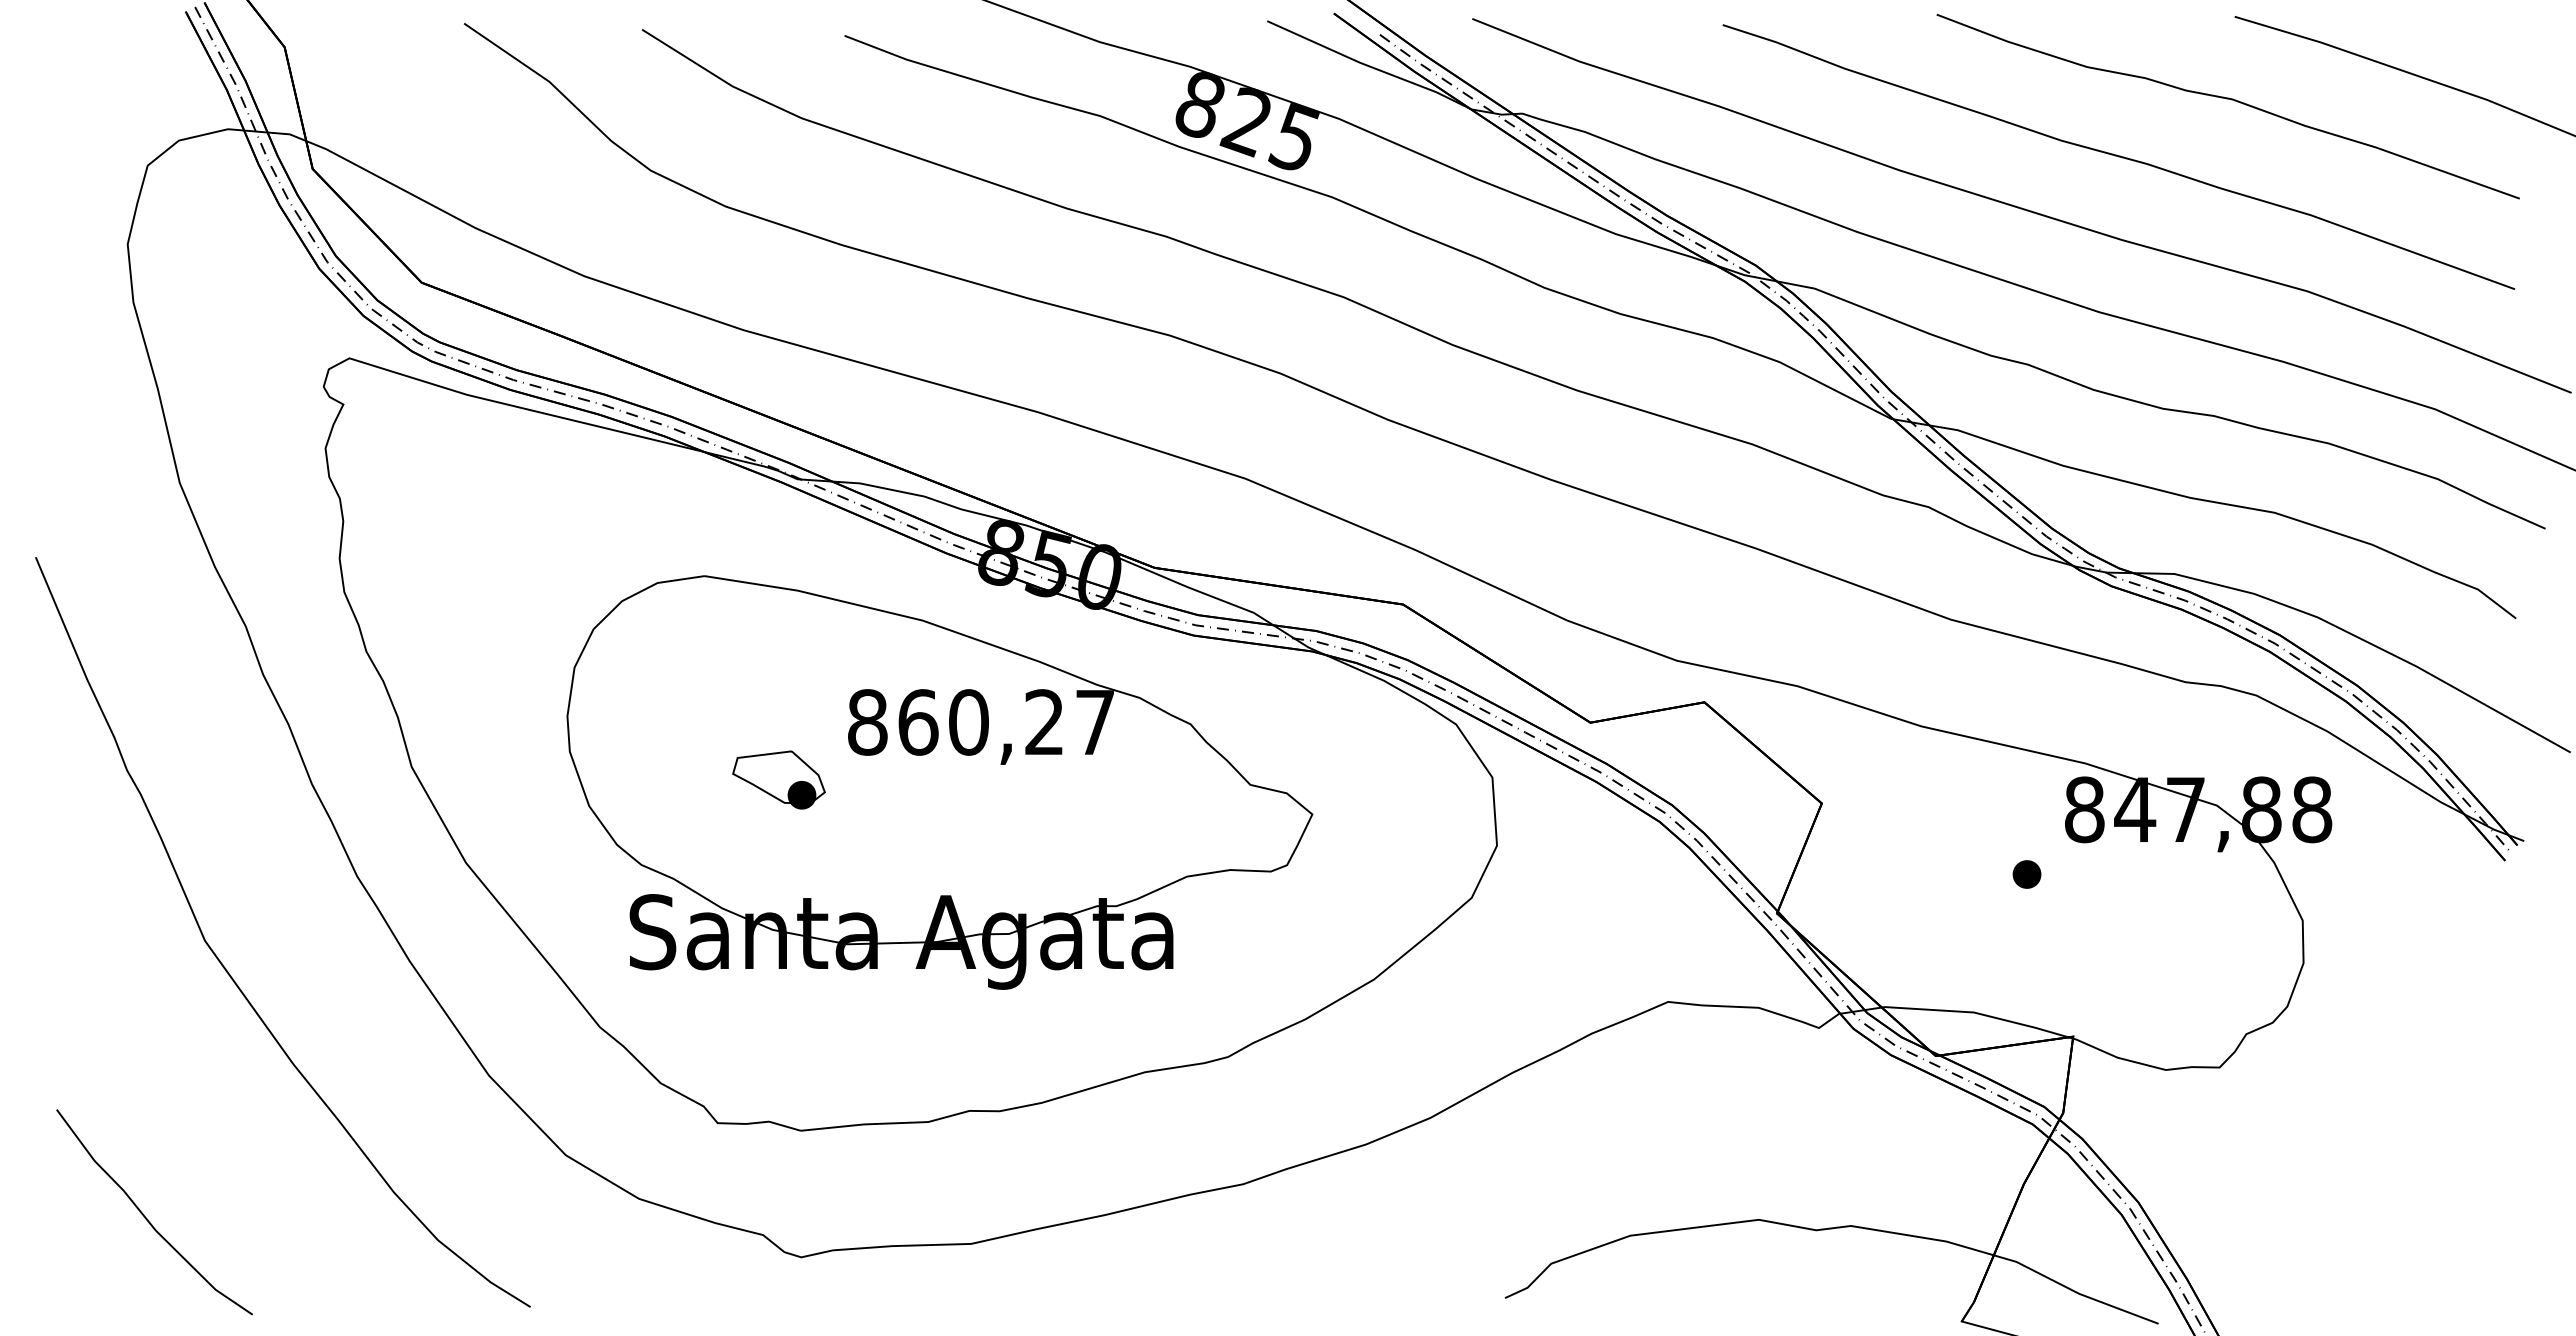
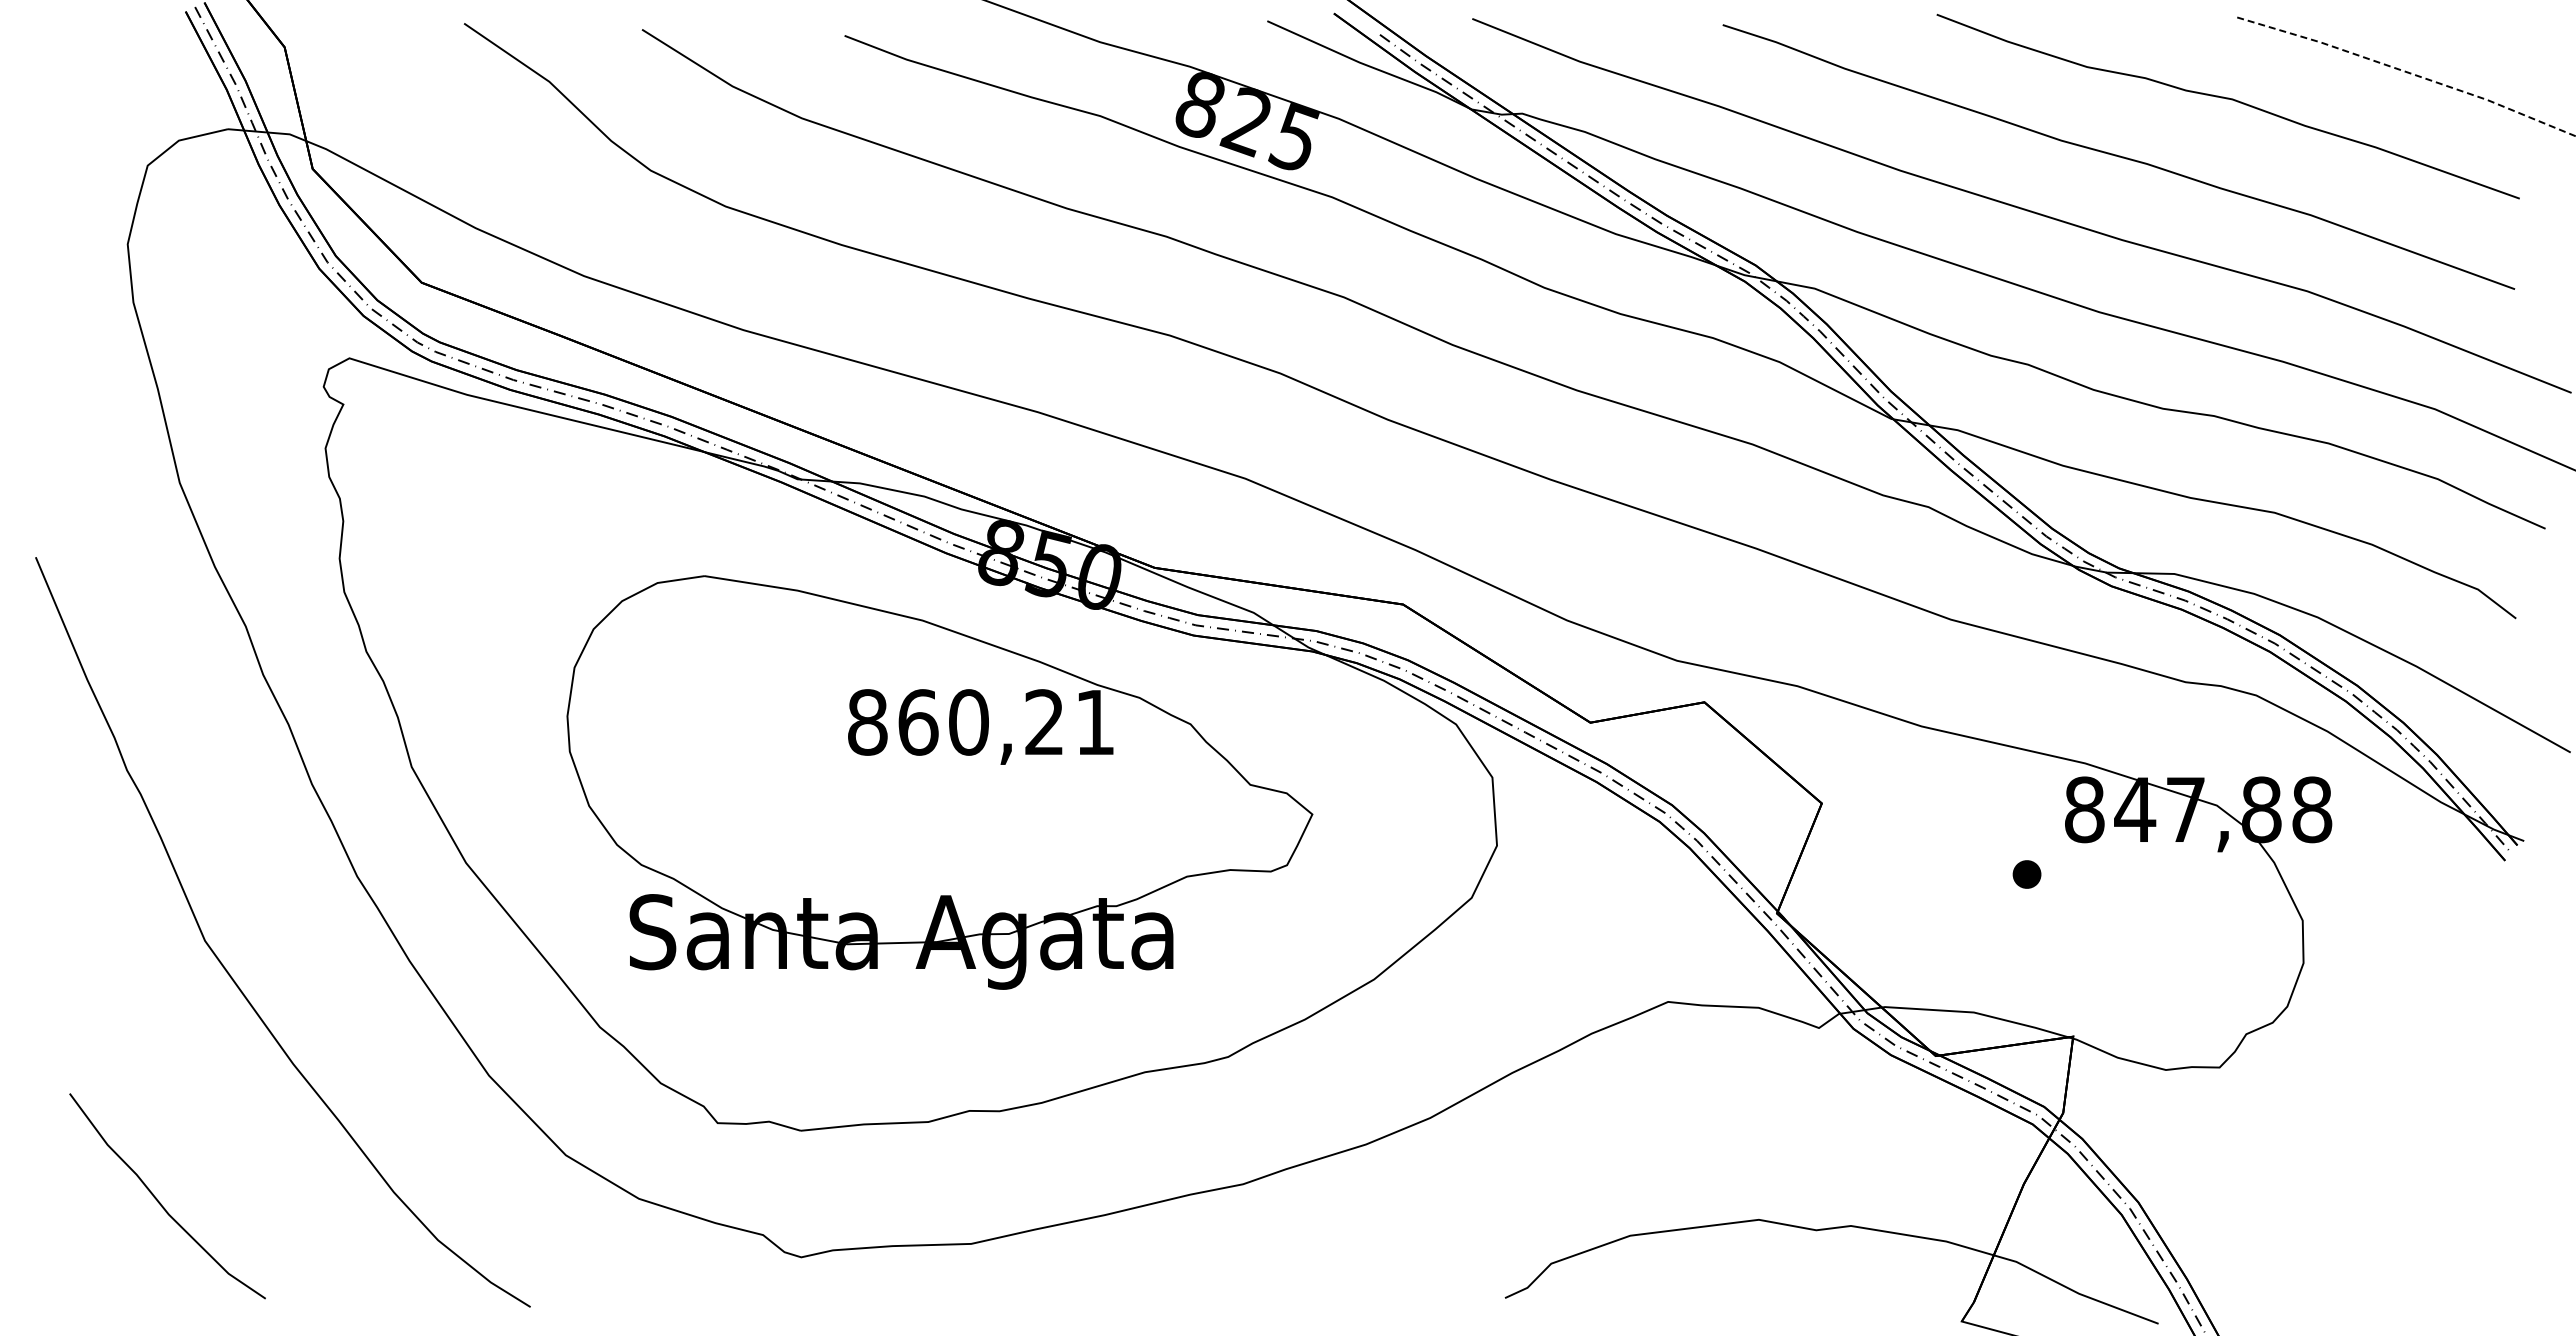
line at (2406, 71): solid -> dashed
text at (1094, 722): 860,27 -> 860,21
part at (778, 779): present -> none
curve at (147, 1218) position: (147, 1218) -> (160, 1202)
